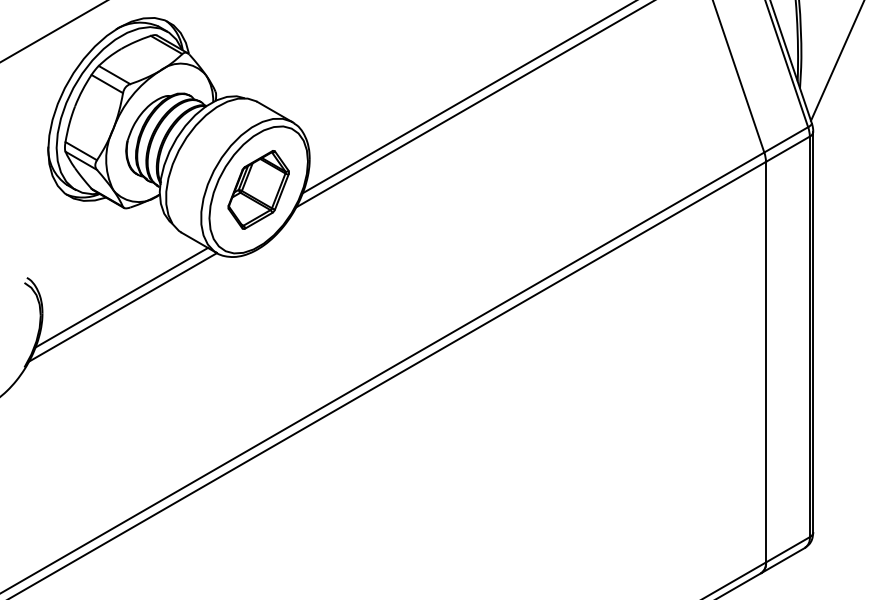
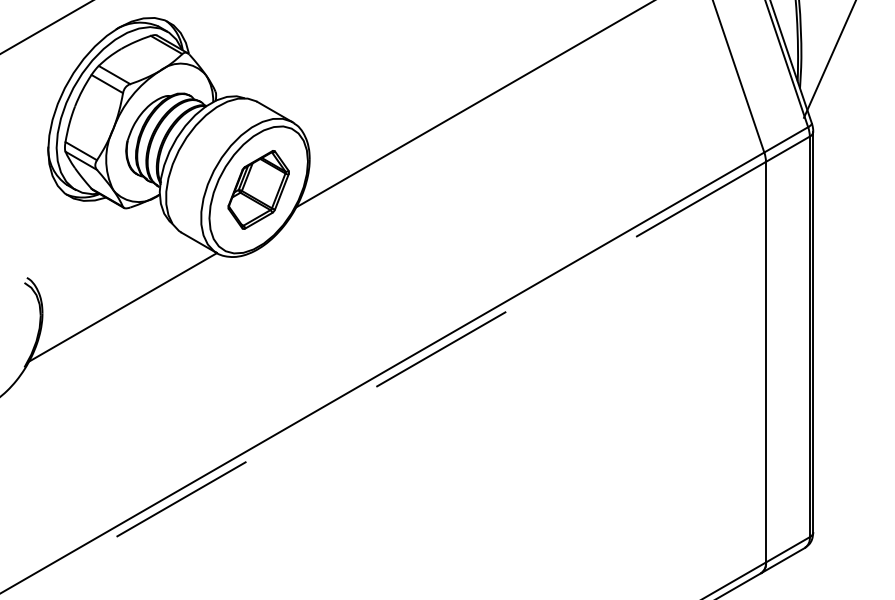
line at (53, 31) position: (53, 31) -> (46, 27)
line at (837, 61) position: (837, 61) -> (829, 59)
line at (468, 97): present -> none
line at (121, 297): present -> none
line at (386, 380): solid -> dashed
